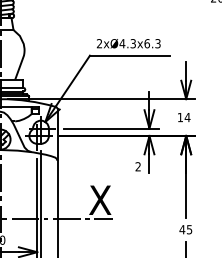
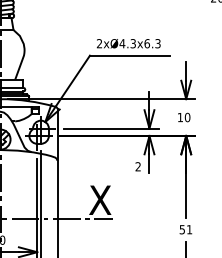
text at (187, 117): 14 -> 10
text at (185, 229): 45 -> 51
